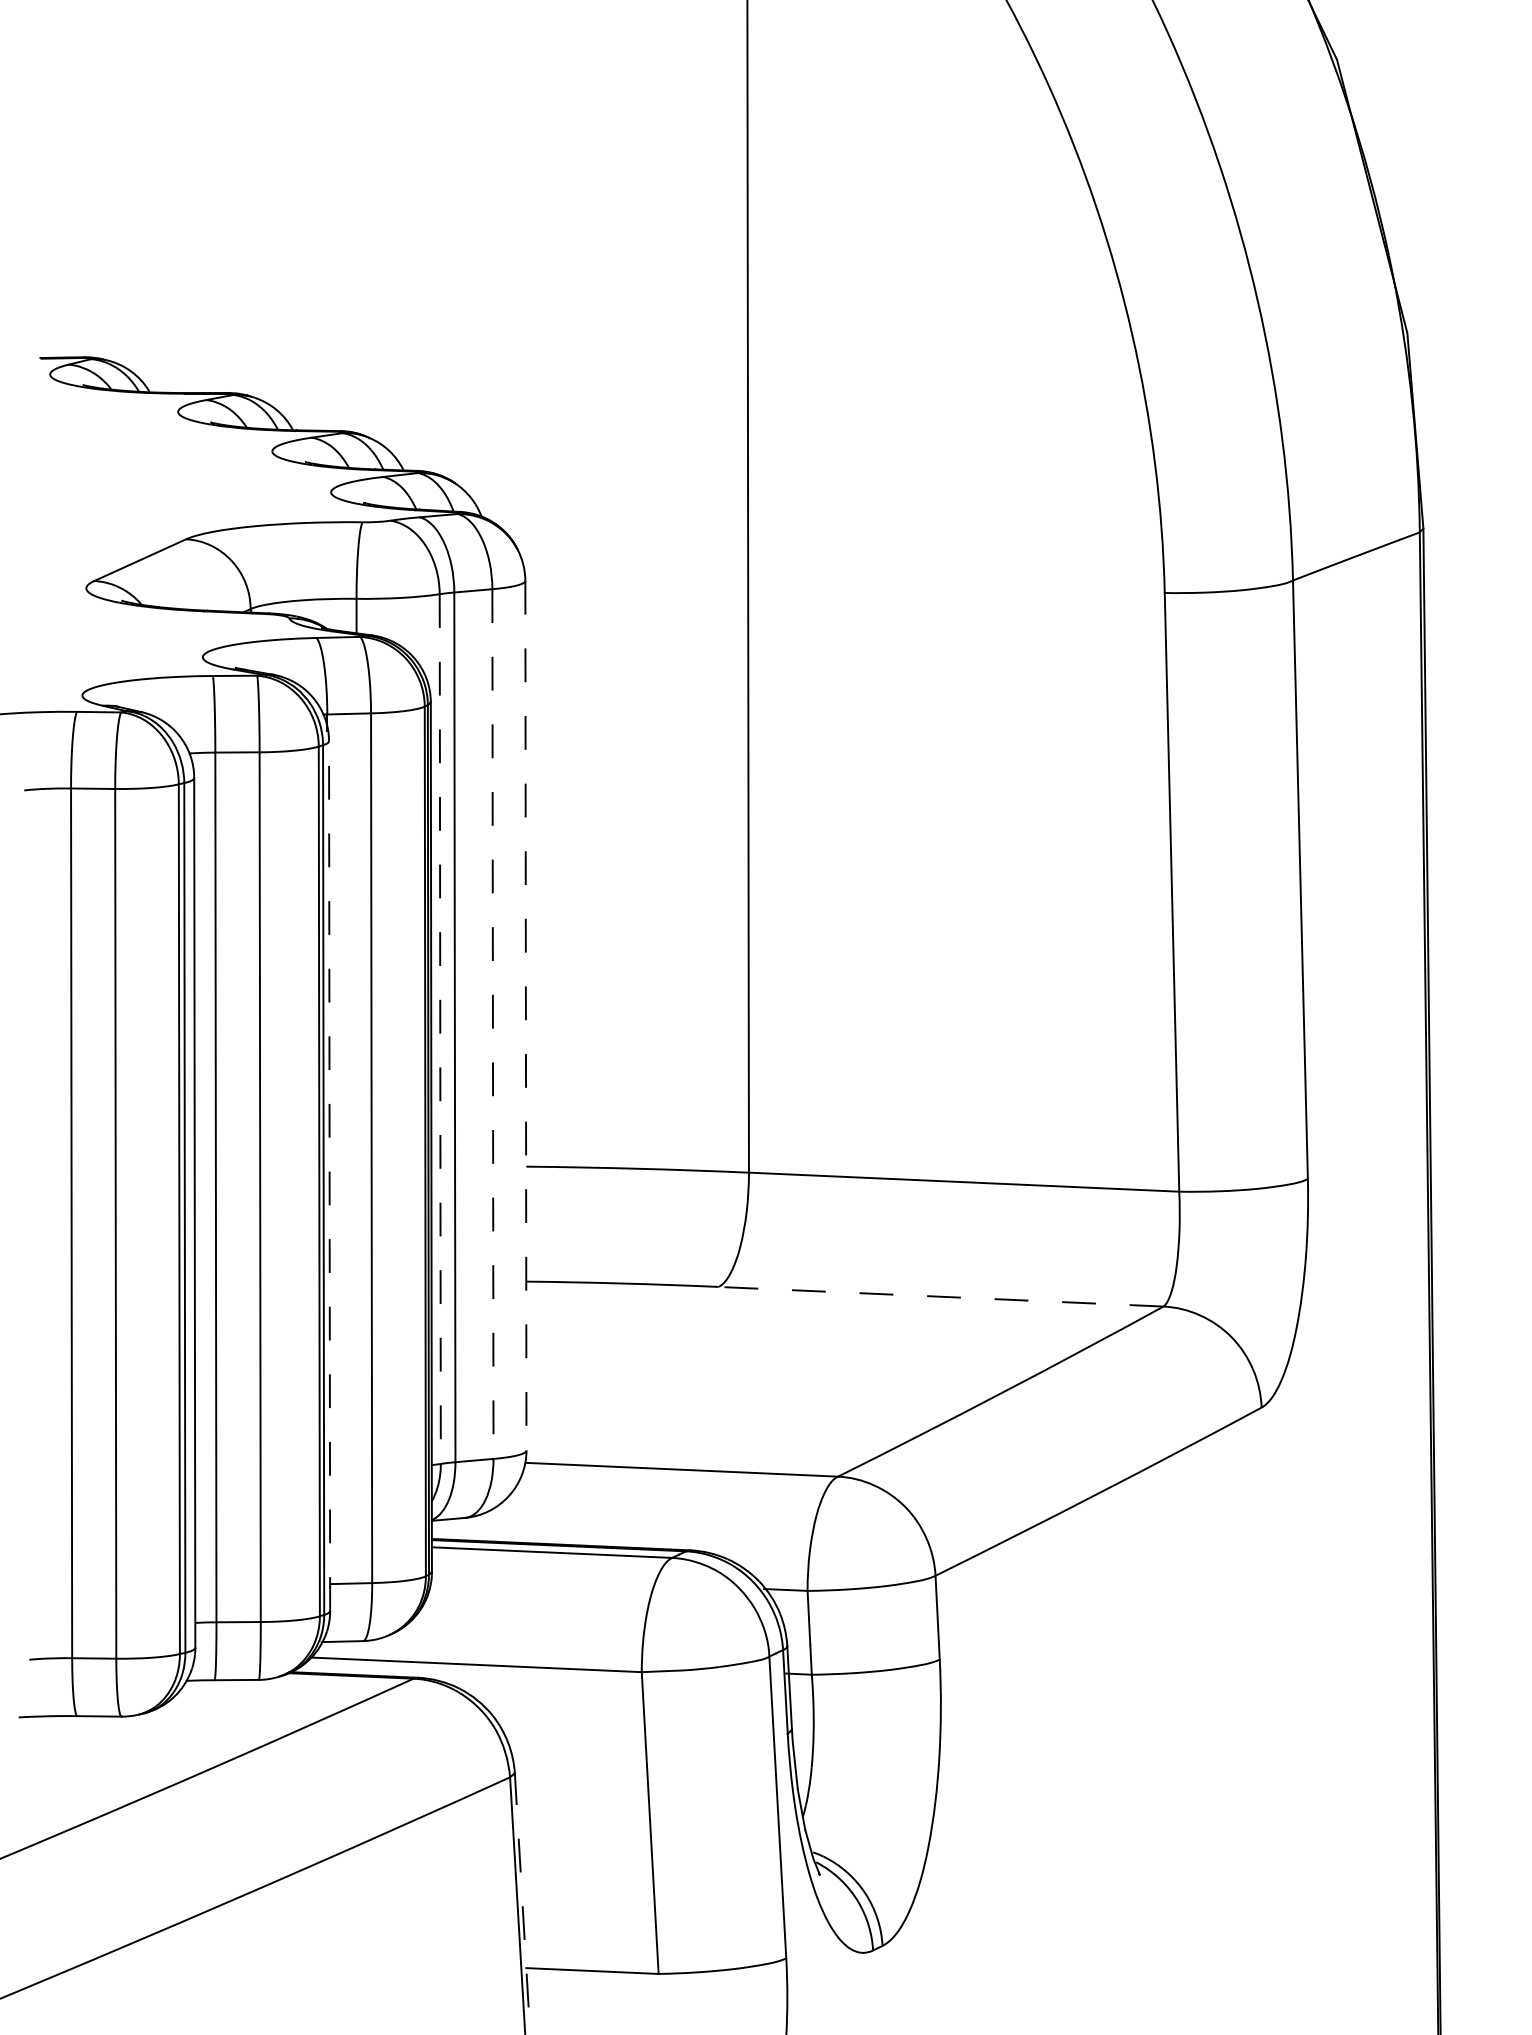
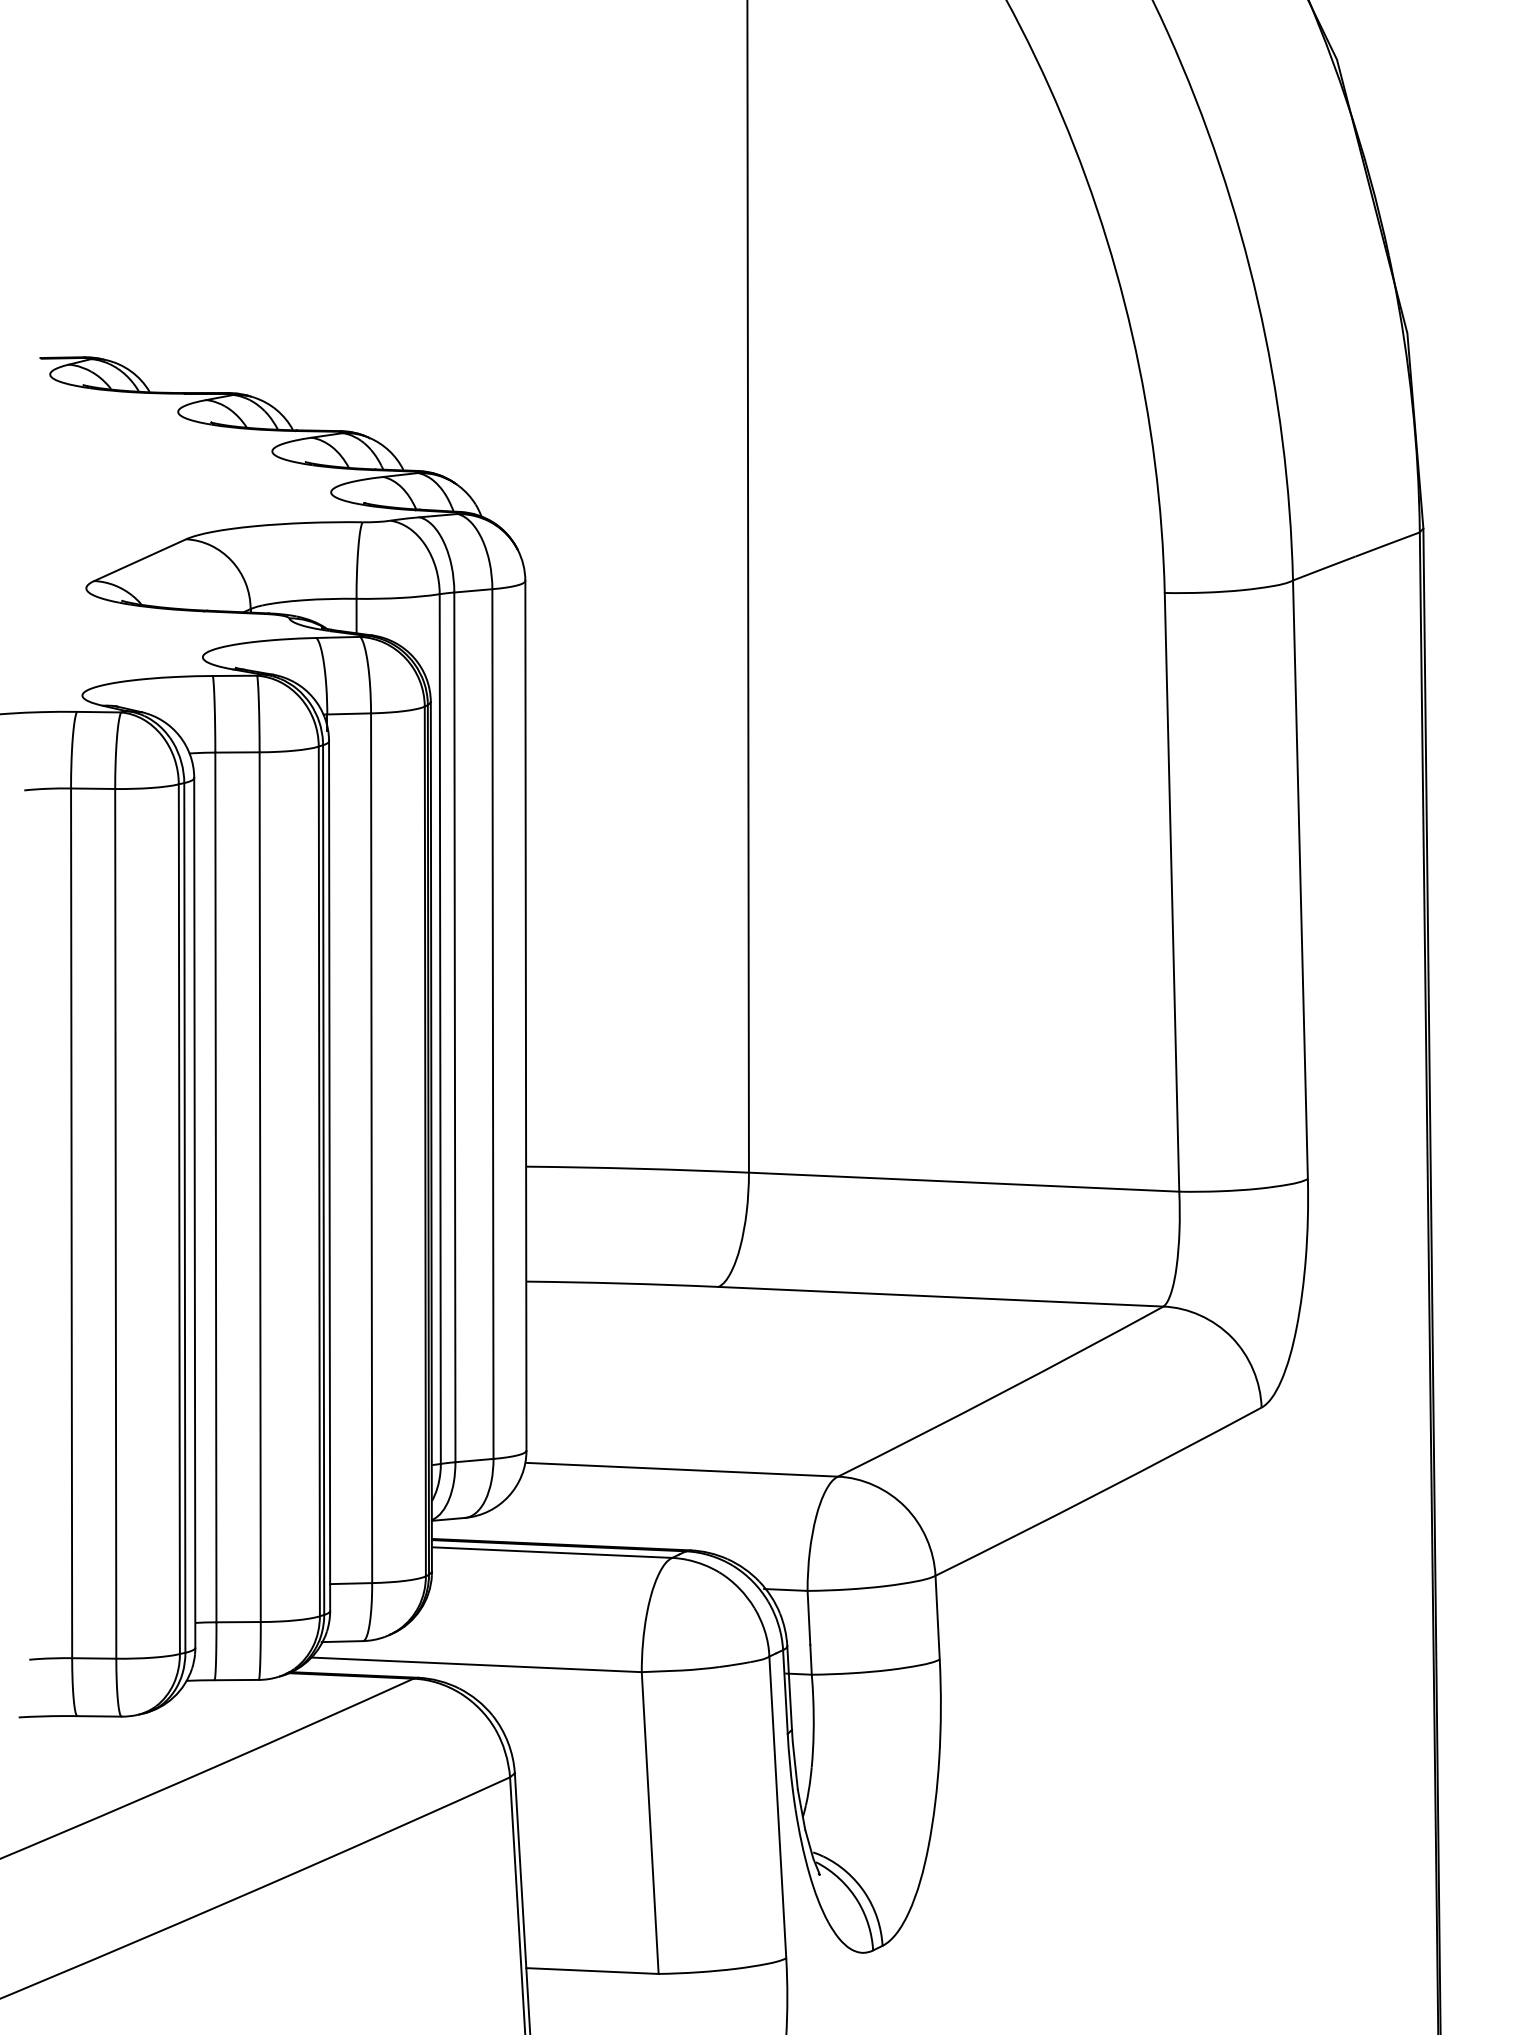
line at (525, 1015): dashed -> solid
line at (492, 1024): dashed -> solid
line at (440, 1029): dashed -> solid
line at (329, 1176): dashed -> solid
line at (940, 1296): dashed -> solid
line at (522, 1903): dashed -> solid
